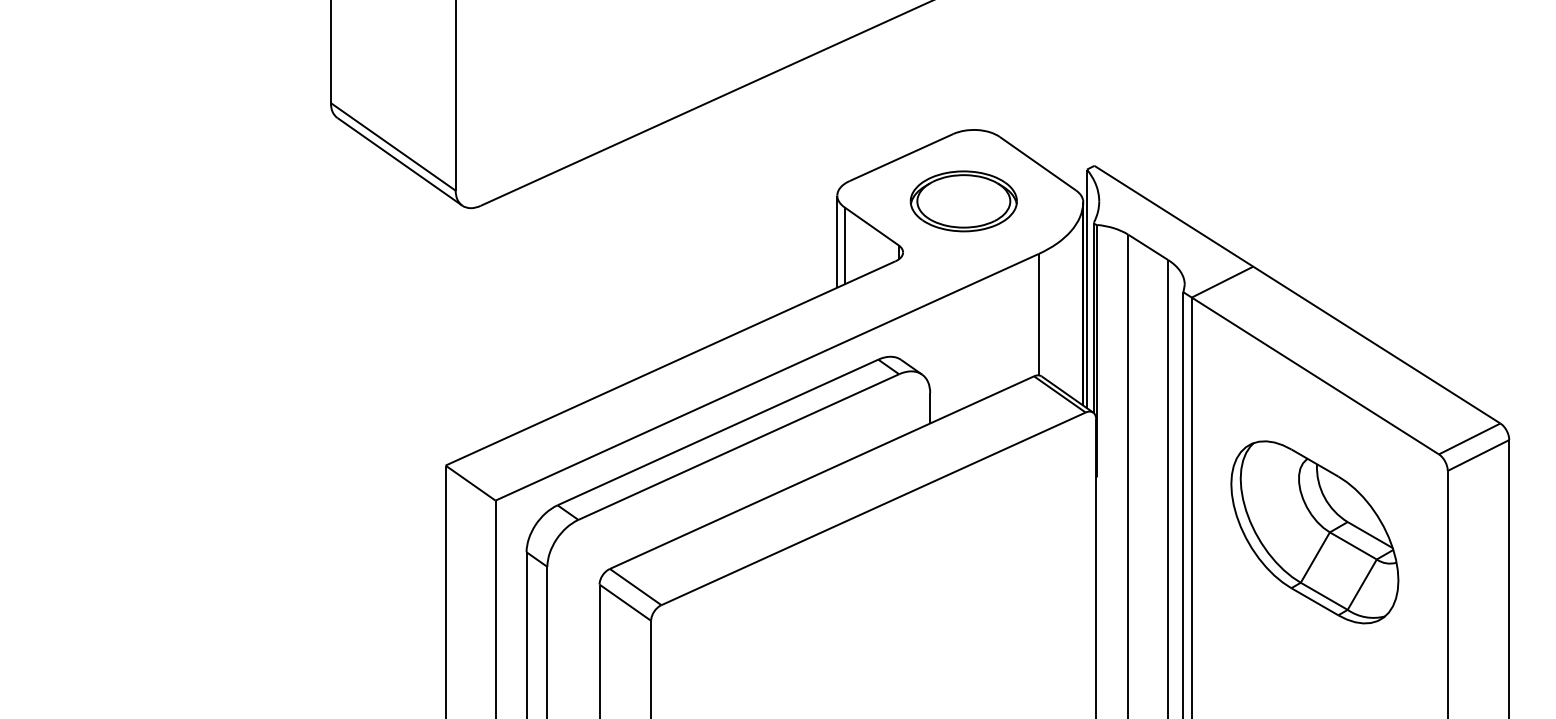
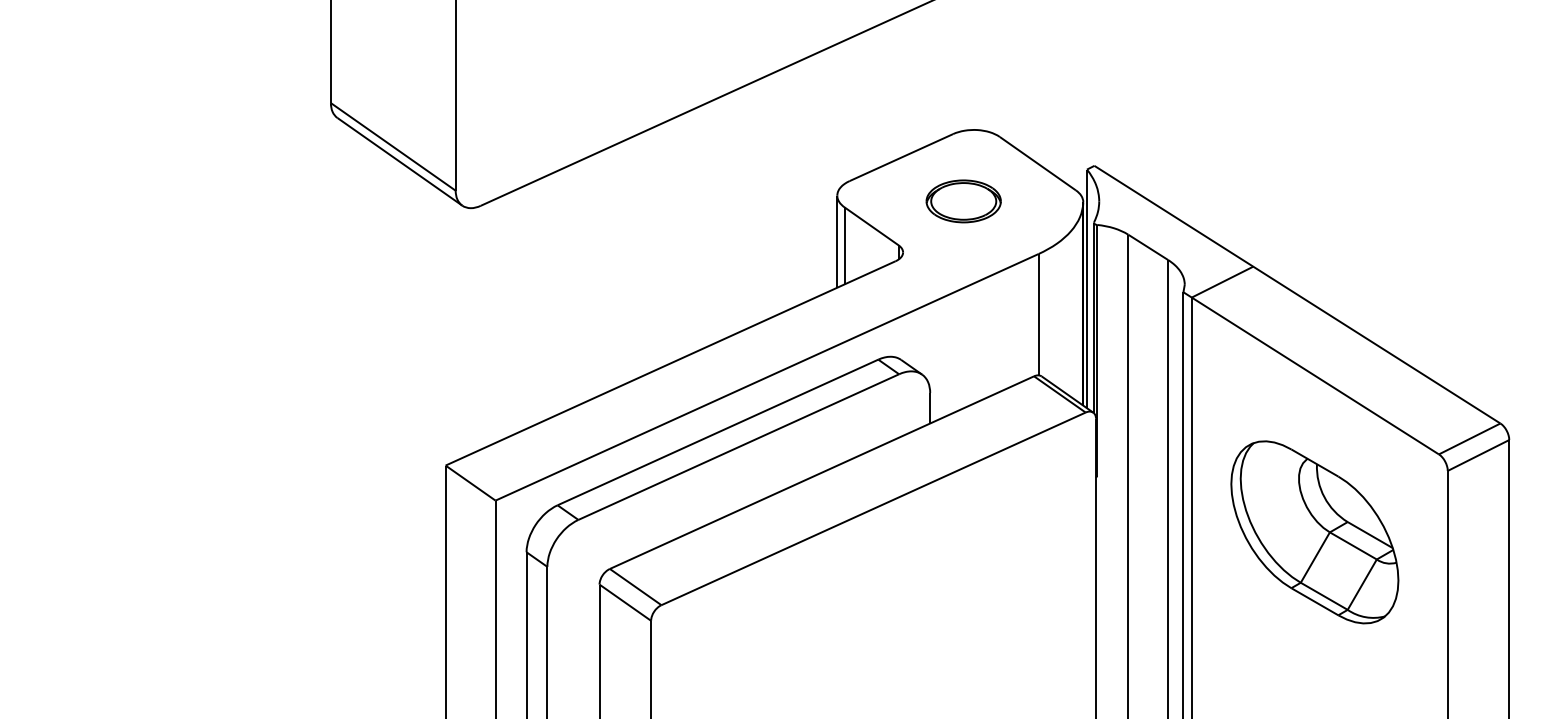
part at (963, 201) size: 109x63 px -> 77x45 px
